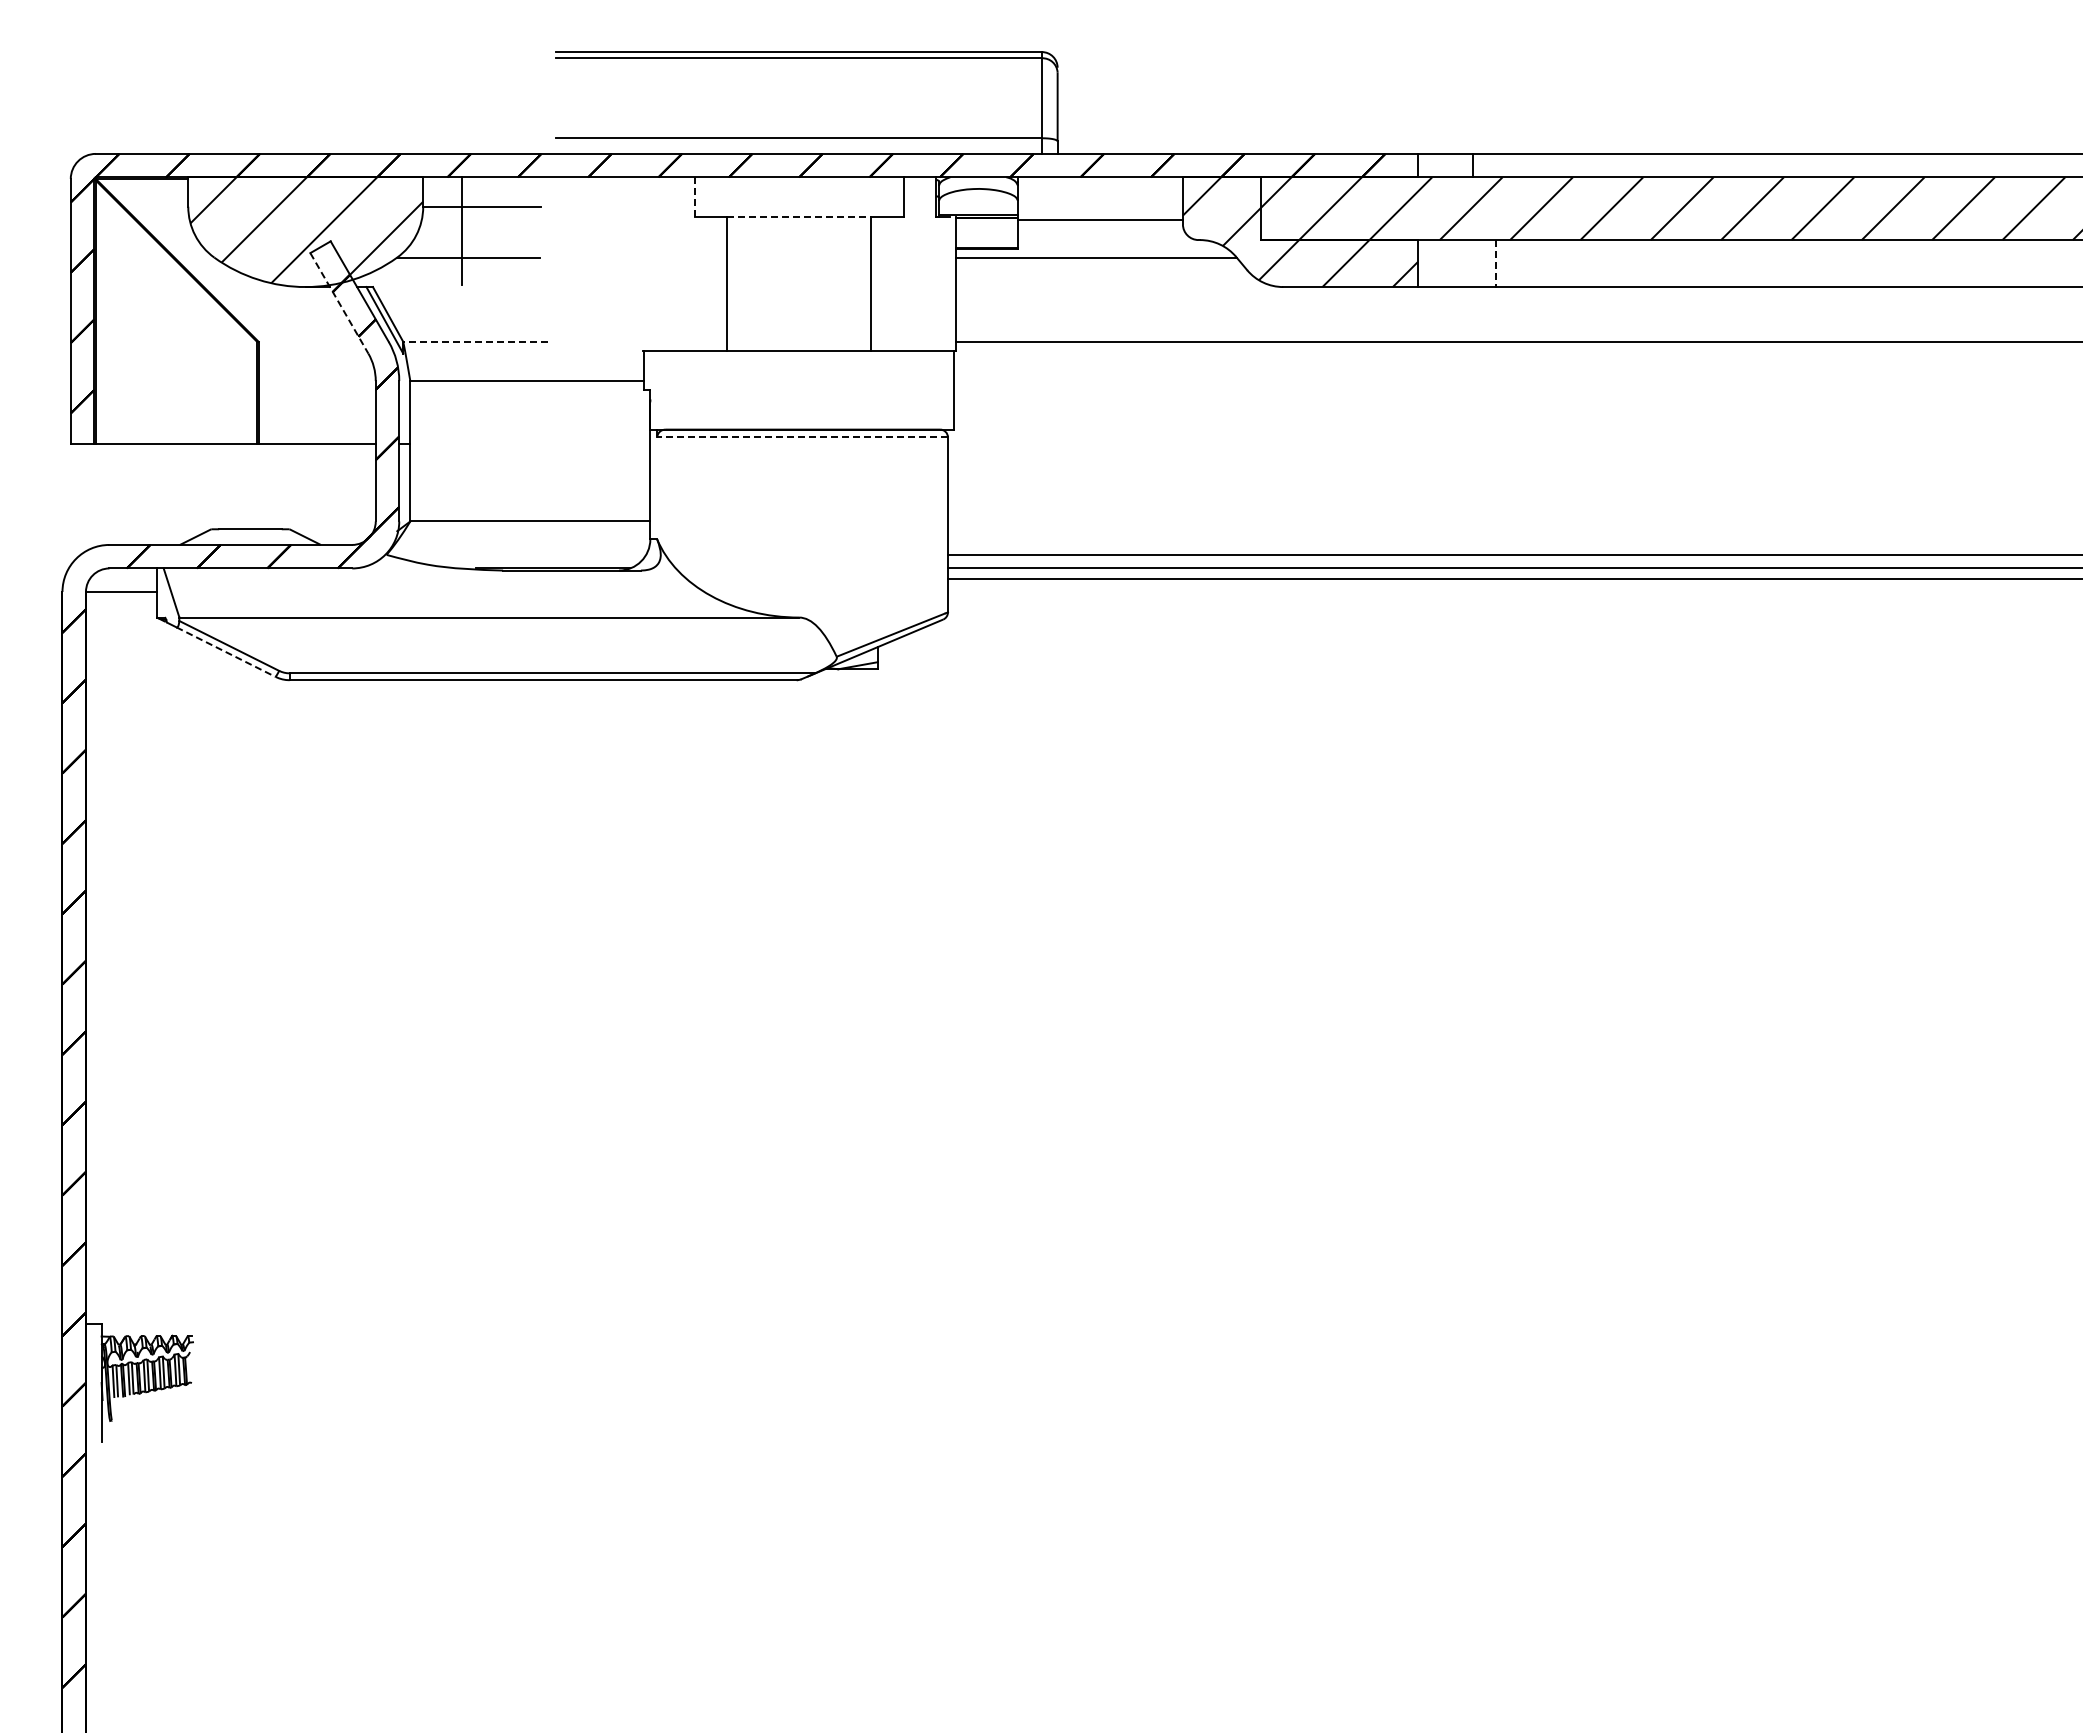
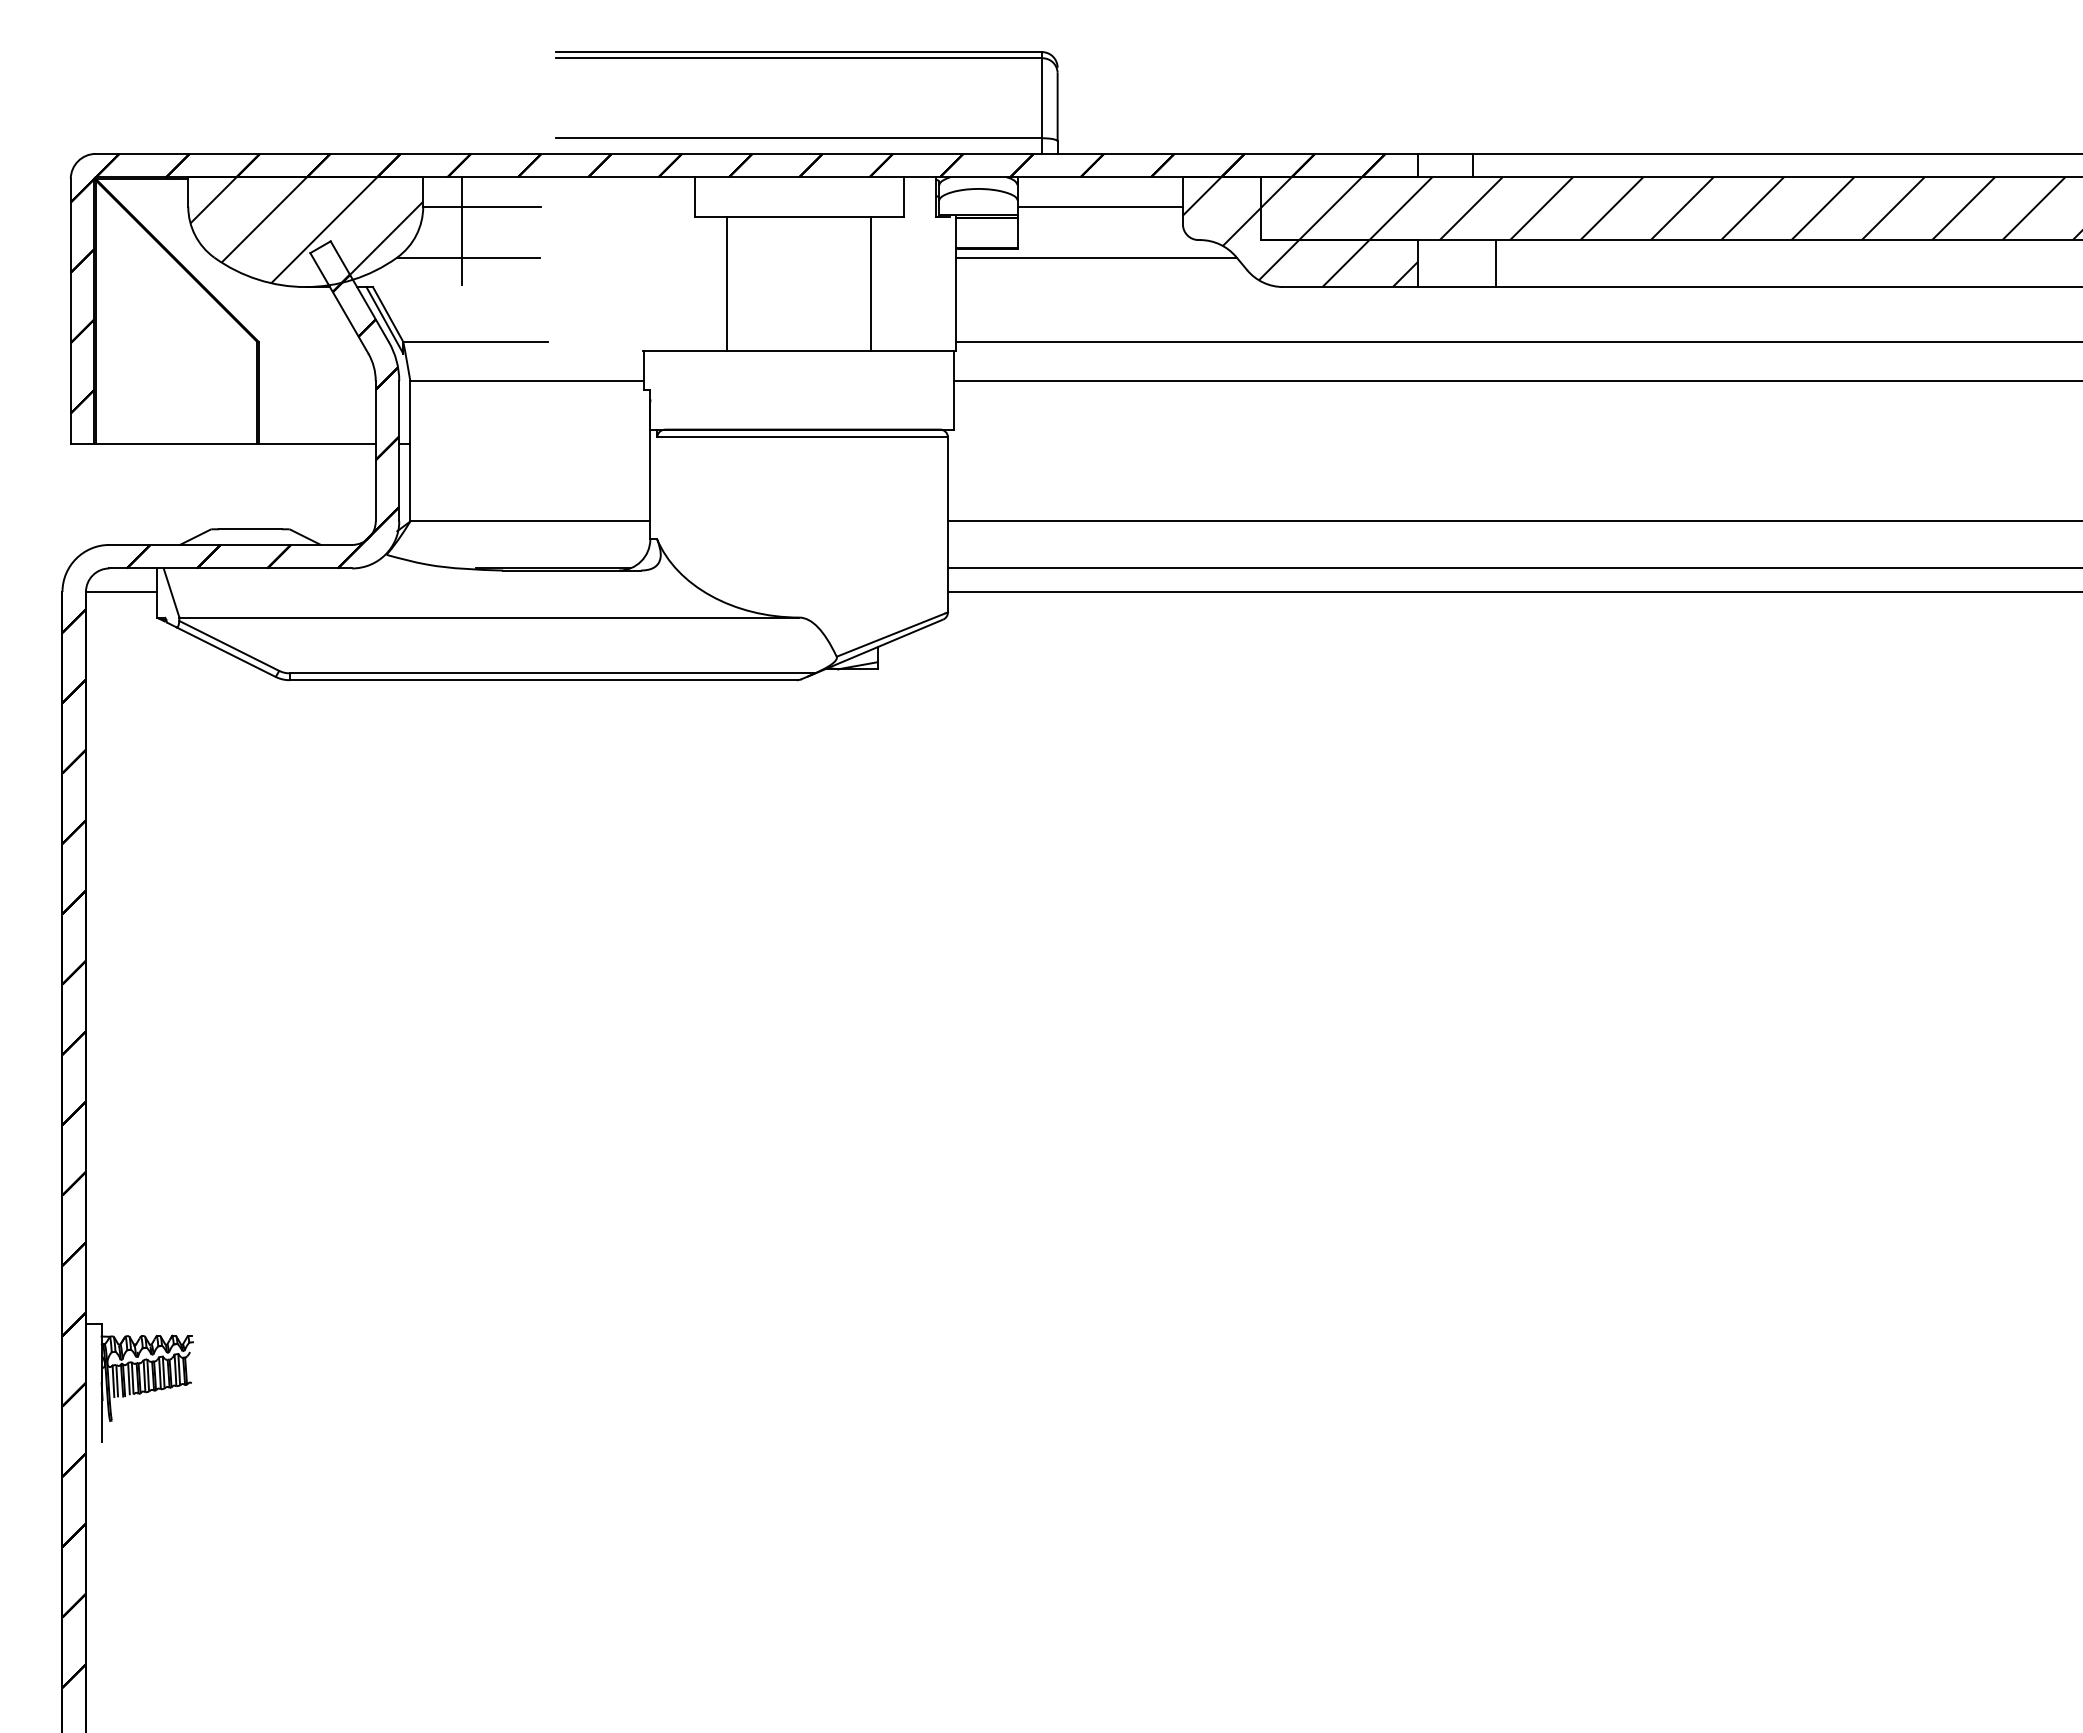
line at (694, 196): dashed -> solid
line at (799, 216): dashed -> solid
line at (1099, 219) position: (1099, 219) -> (1099, 206)
line at (1496, 264): dashed -> solid
line at (339, 303): dashed -> solid
line at (475, 341): dashed -> solid
line at (1516, 381): none -> present
line at (802, 437): dashed -> solid
line at (1513, 555) position: (1513, 555) -> (1513, 521)
line at (1513, 578) position: (1513, 578) -> (1513, 591)
line at (226, 652): dashed -> solid
